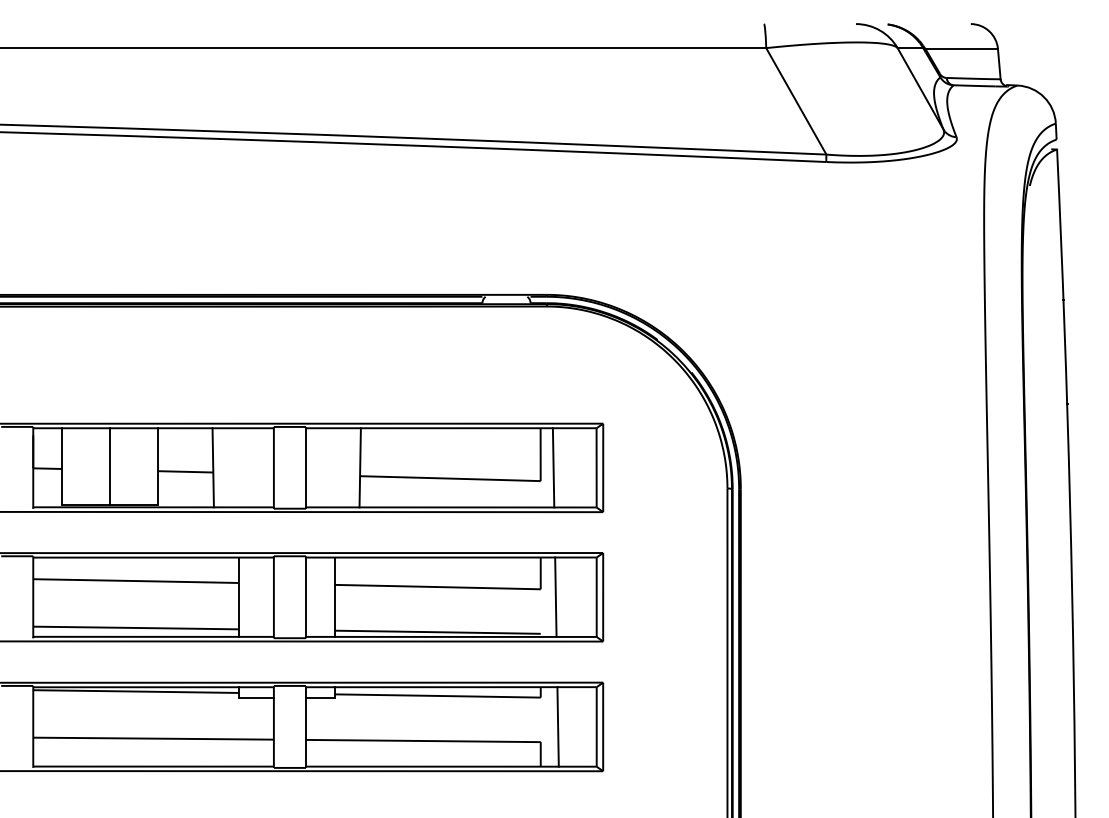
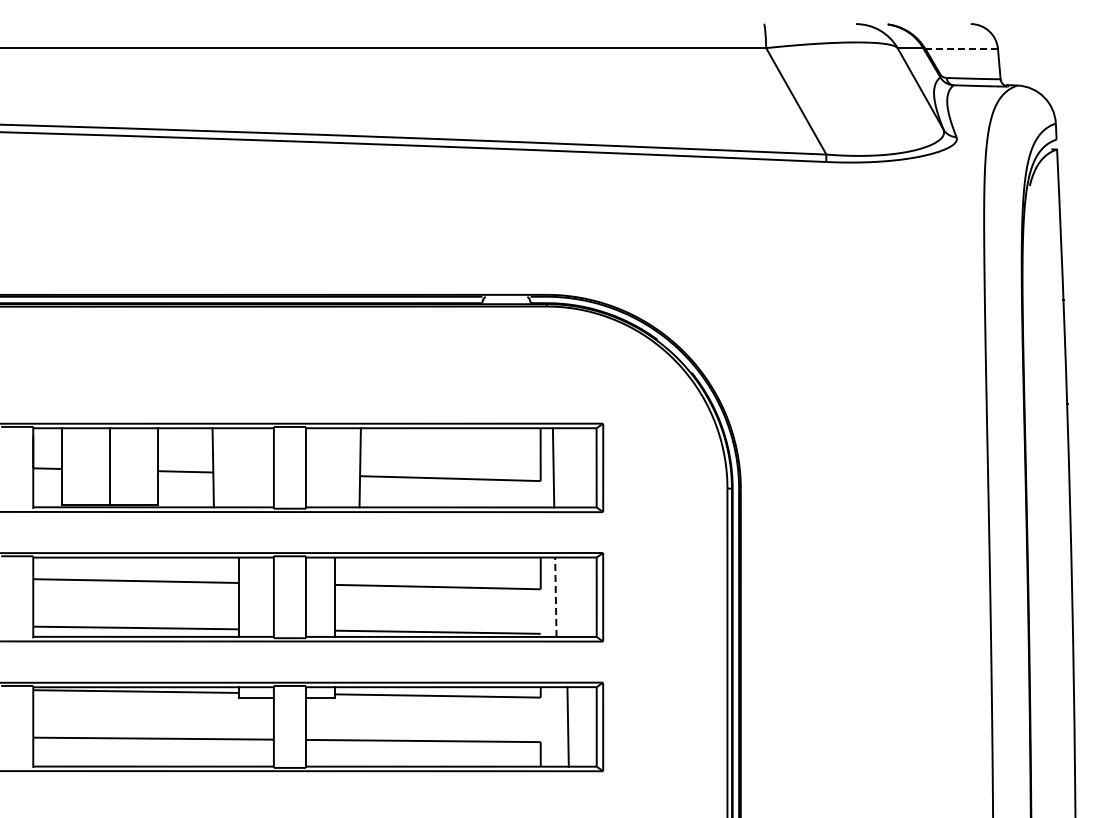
line at (961, 48): solid -> dashed
line at (555, 597): solid -> dashed
line at (557, 726) position: (557, 726) -> (567, 726)
